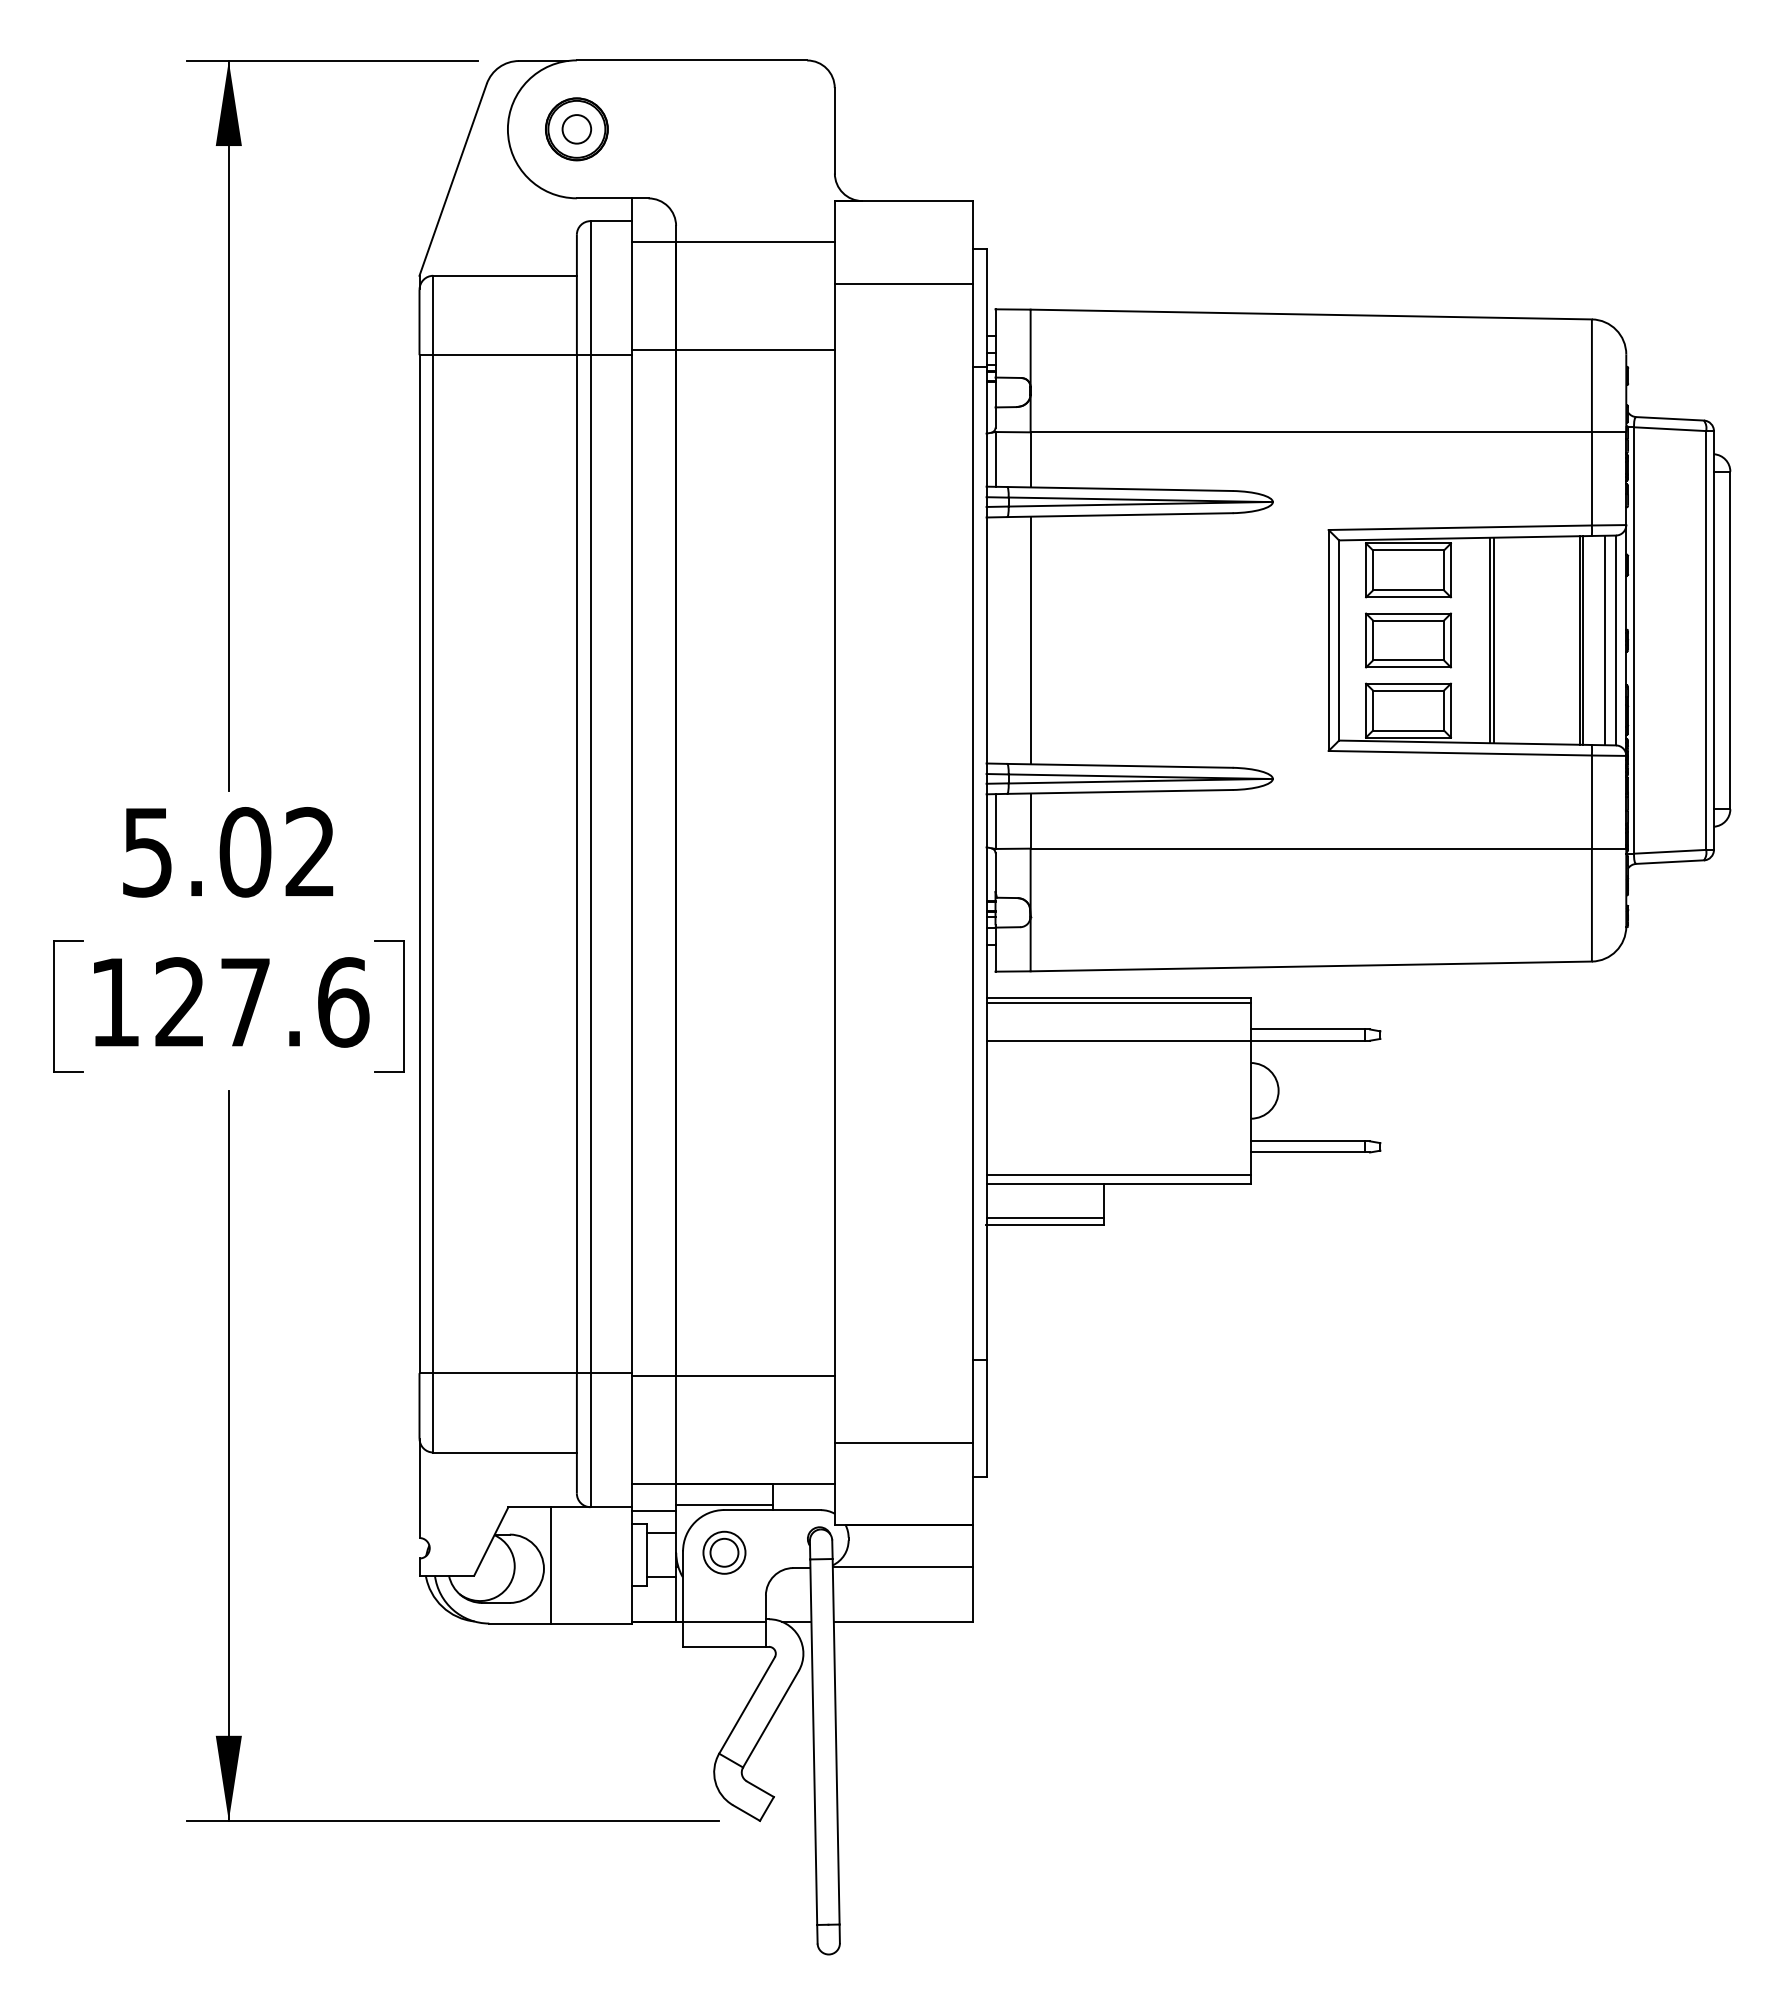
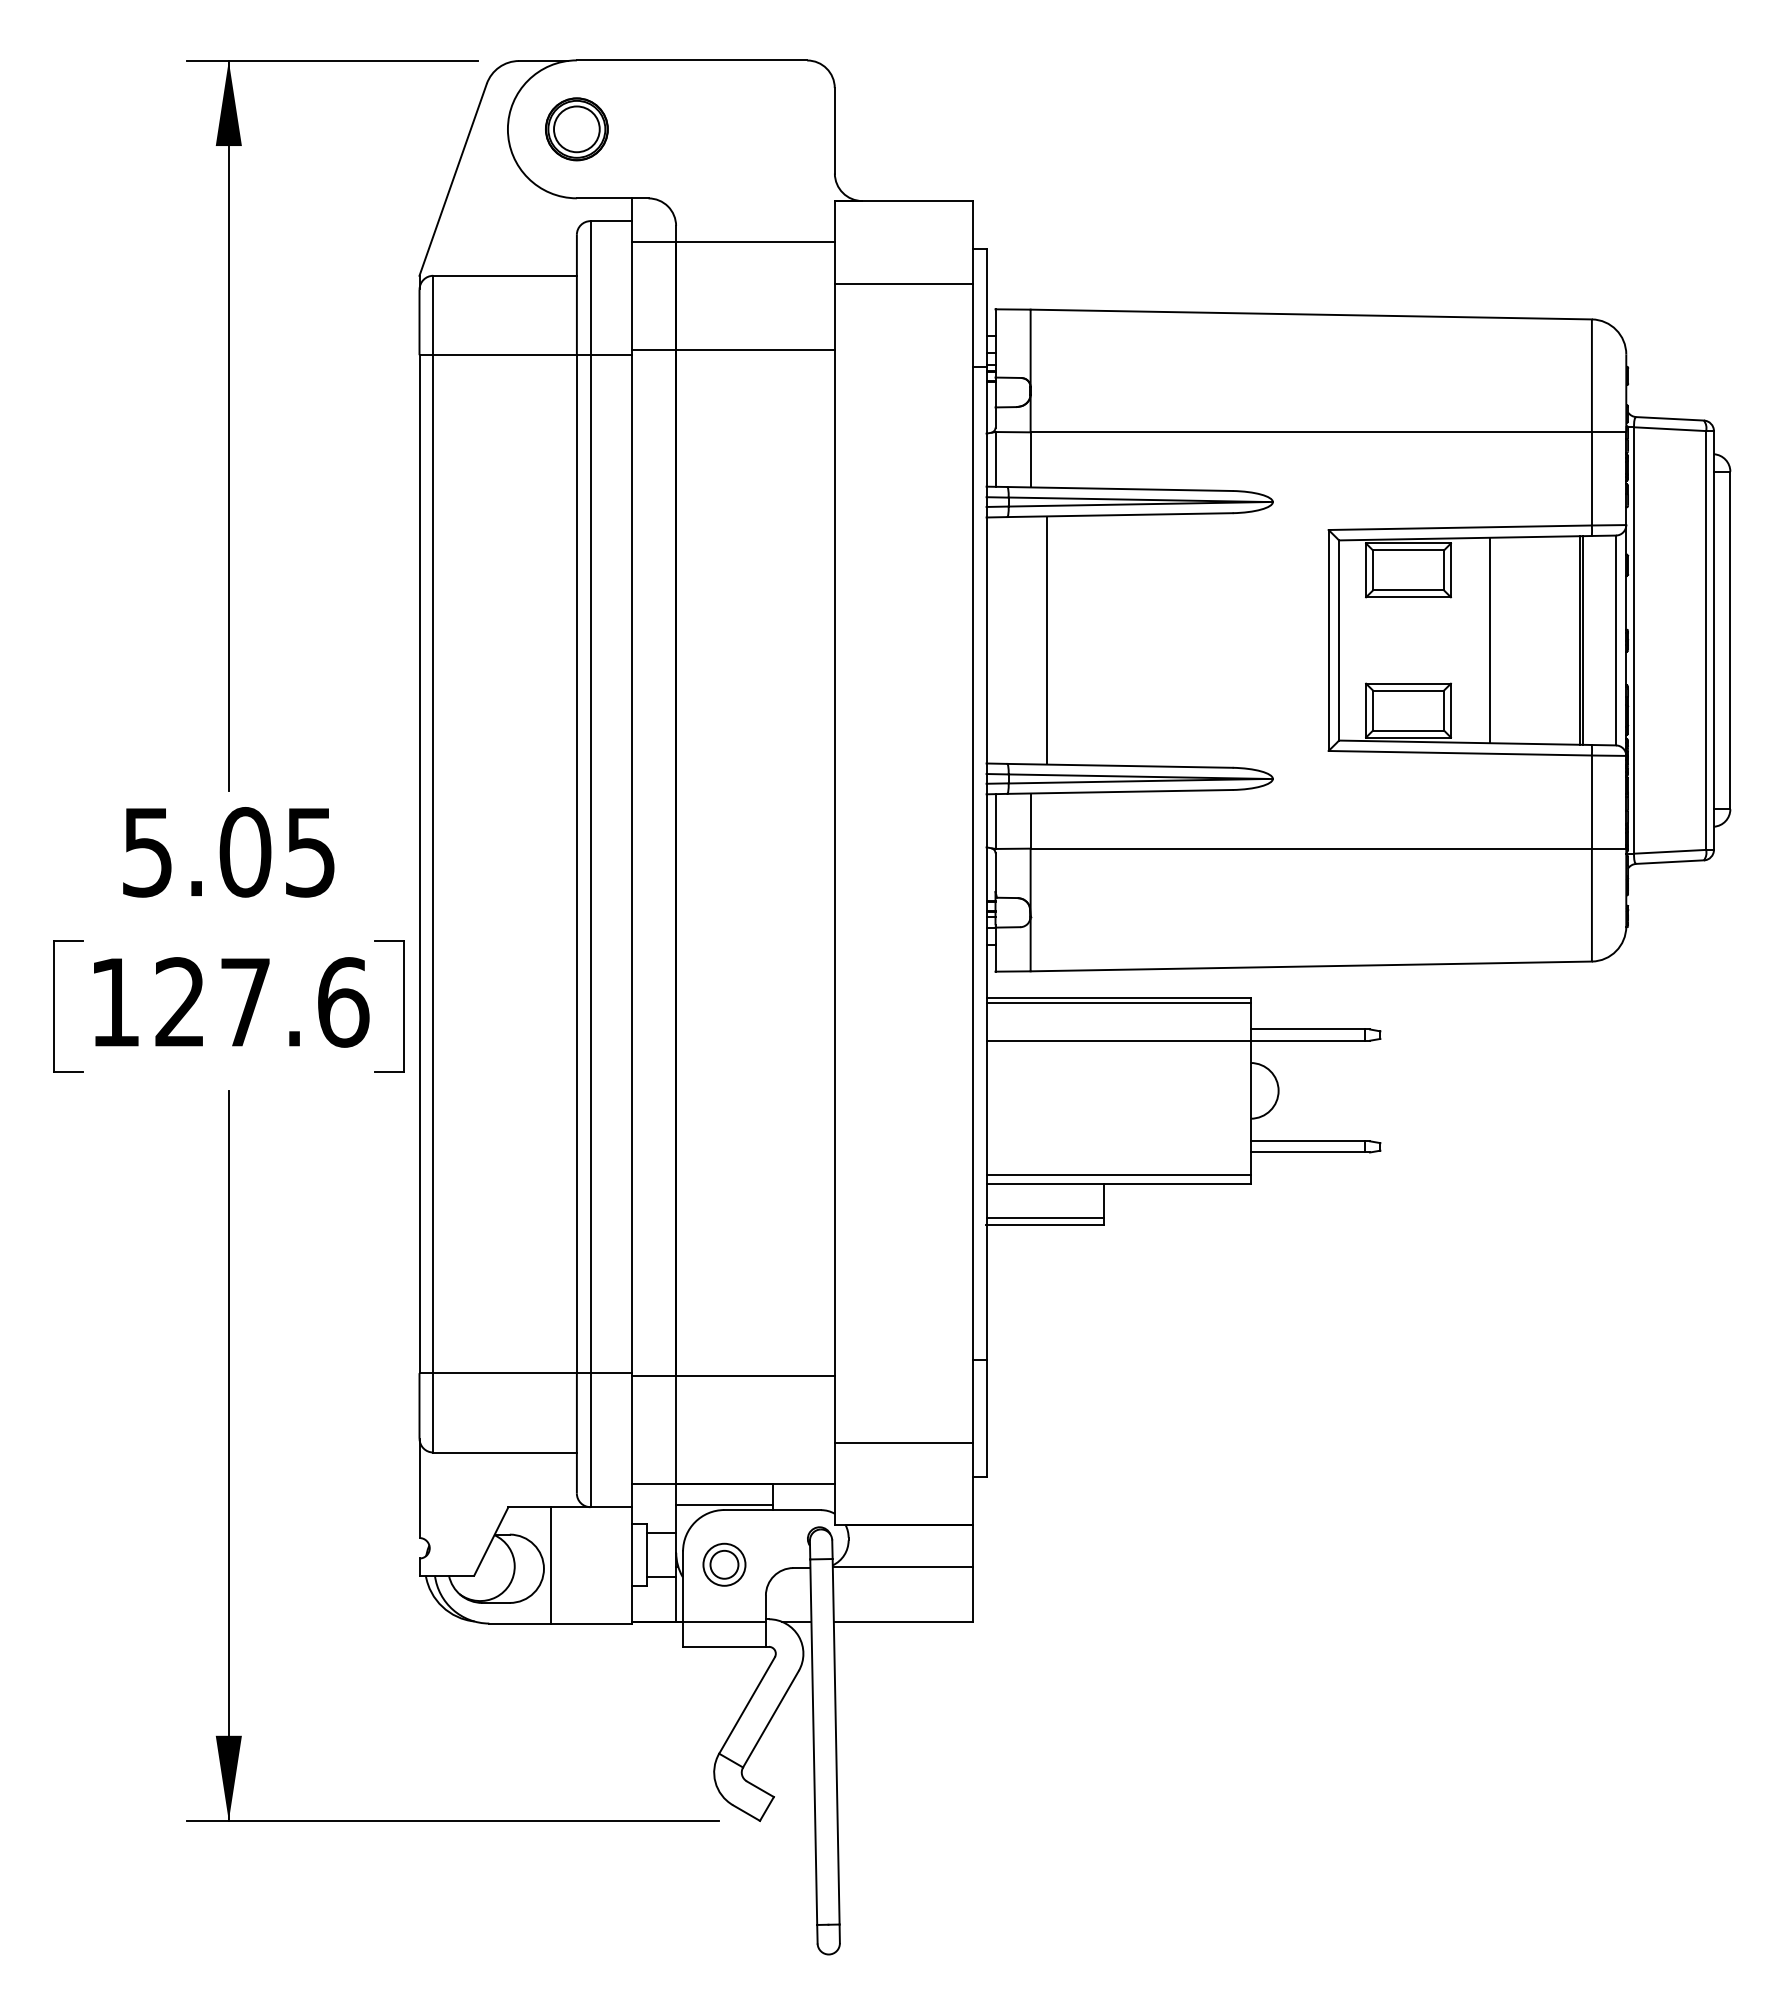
circle at (576, 129) diameter: 29 px -> 46 px
line at (1030, 640) position: (1030, 640) -> (1046, 640)
part at (1408, 640): present -> none
line at (1494, 640): present -> none
line at (1605, 640): present -> none
text at (309, 852): 5.02 -> 5.05
line at (653, 1511): present -> none
part at (724, 1552) position: (724, 1552) -> (724, 1564)
